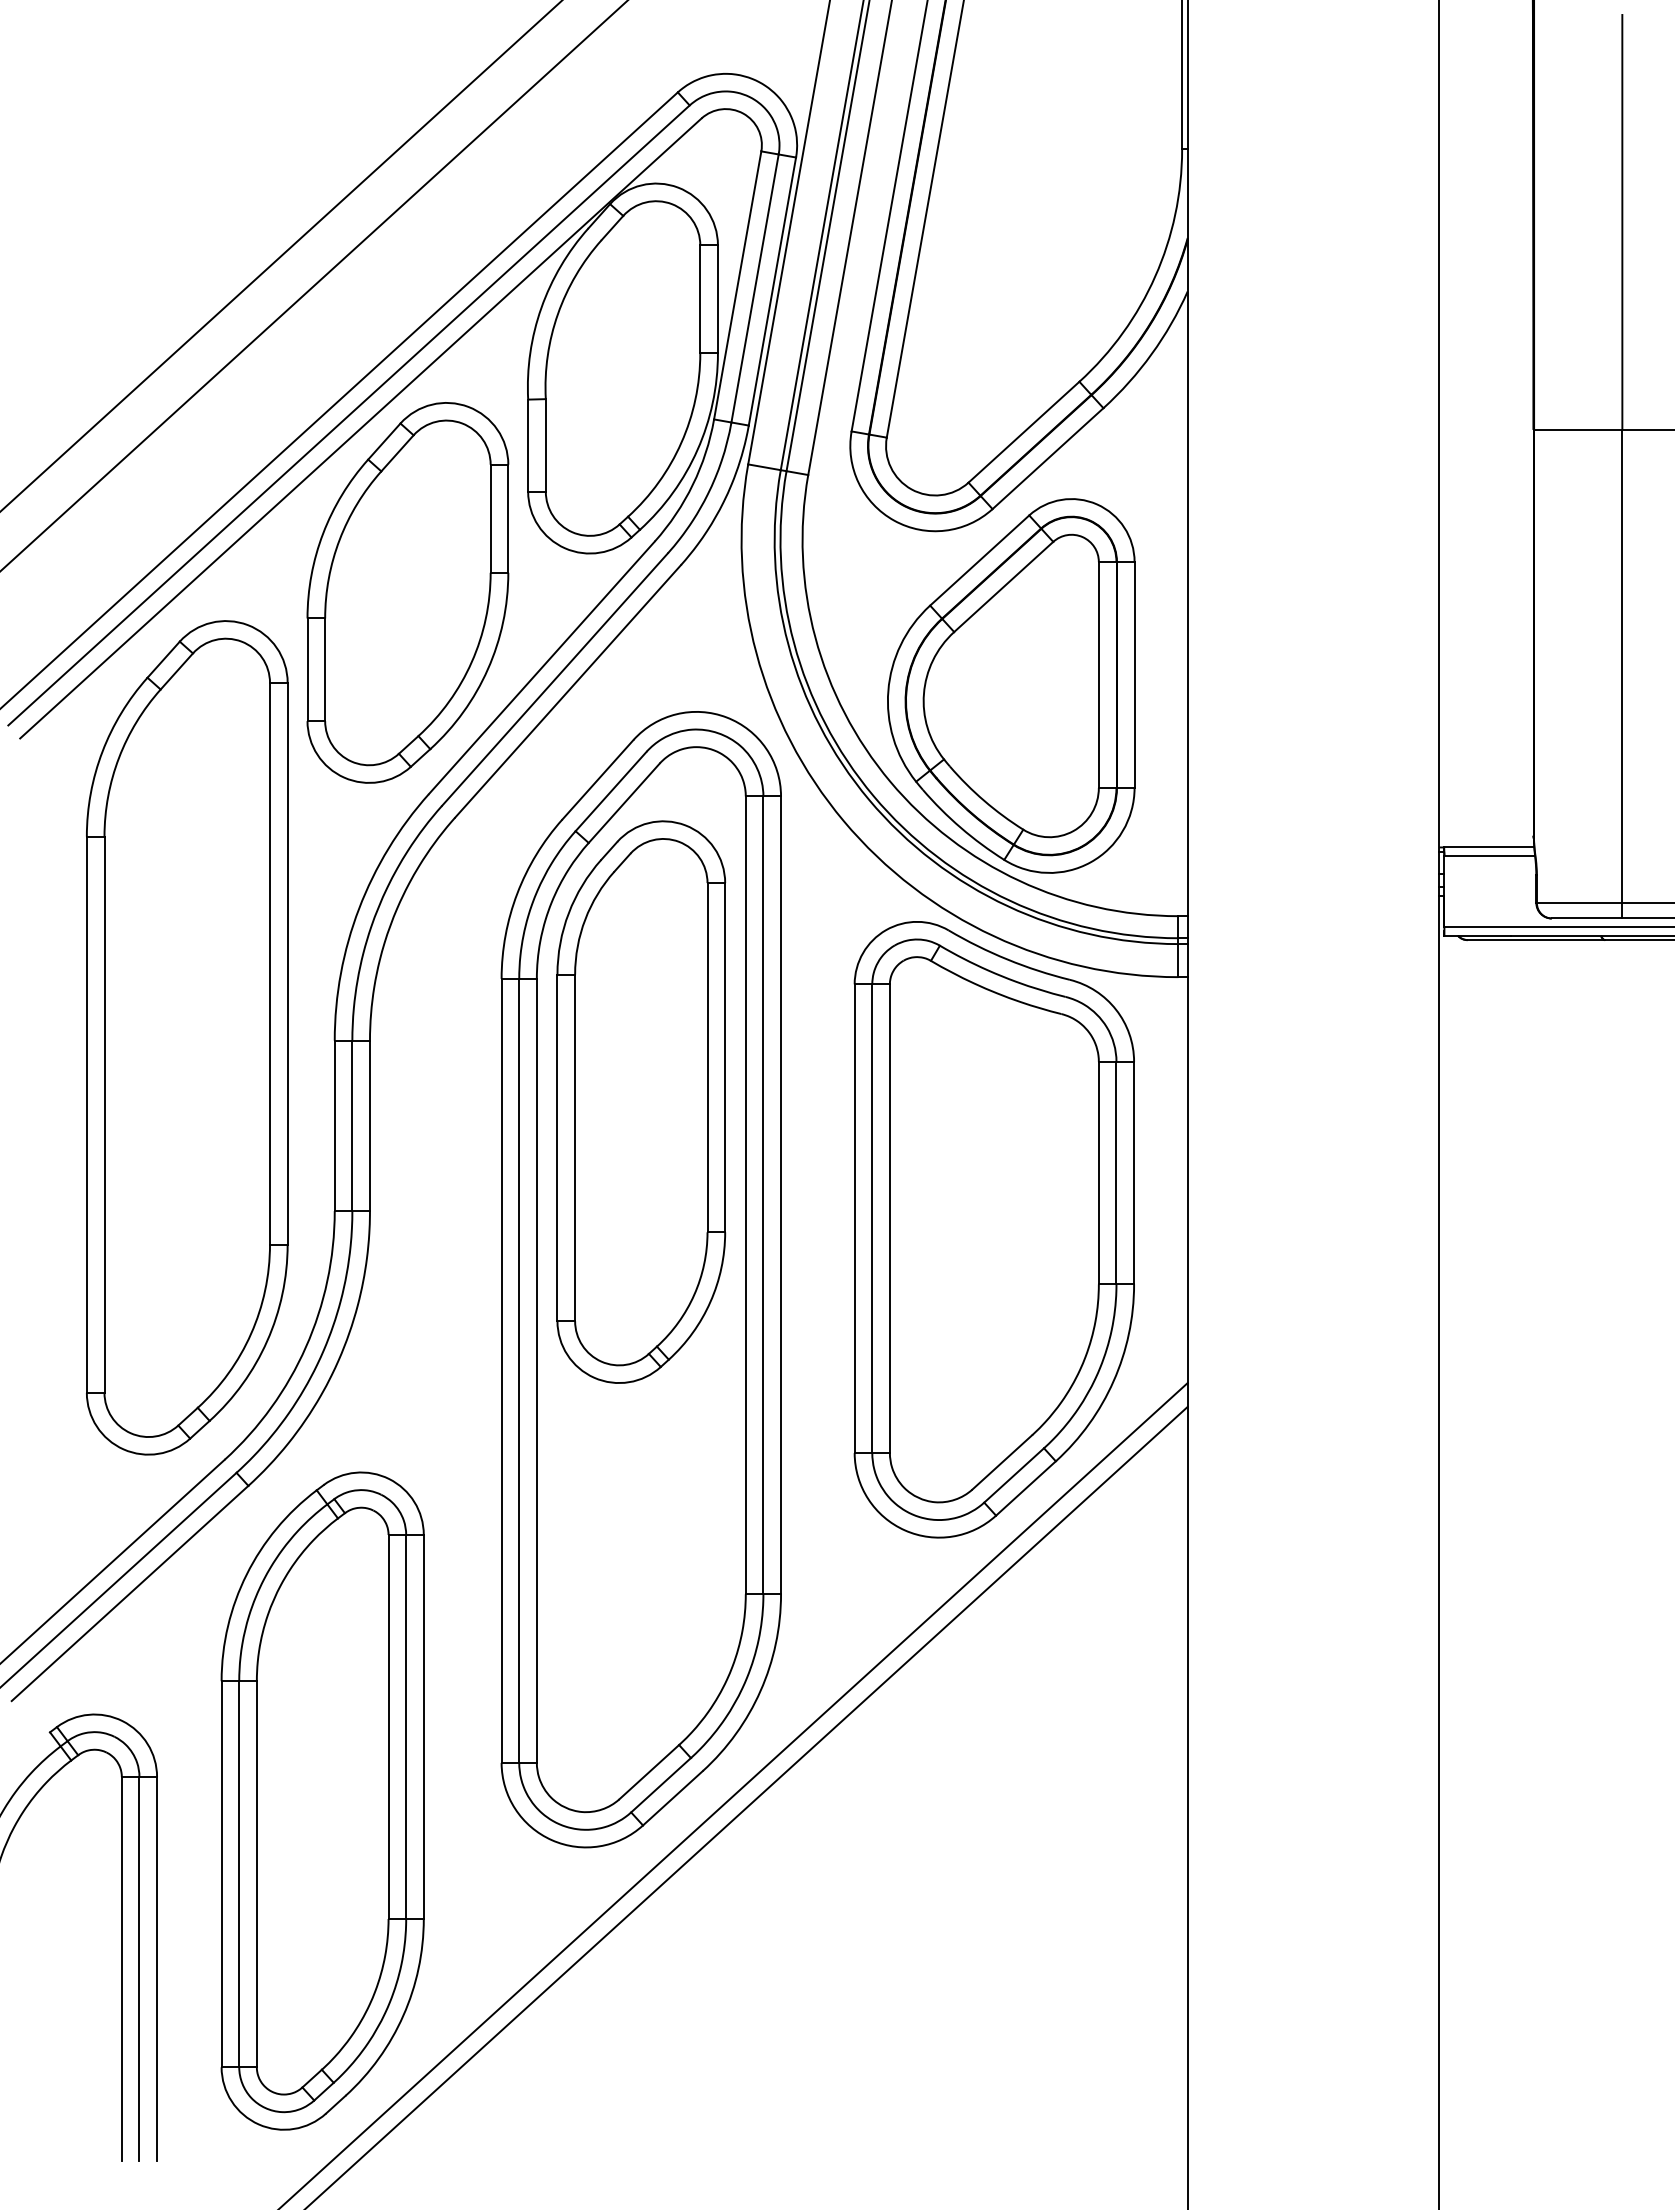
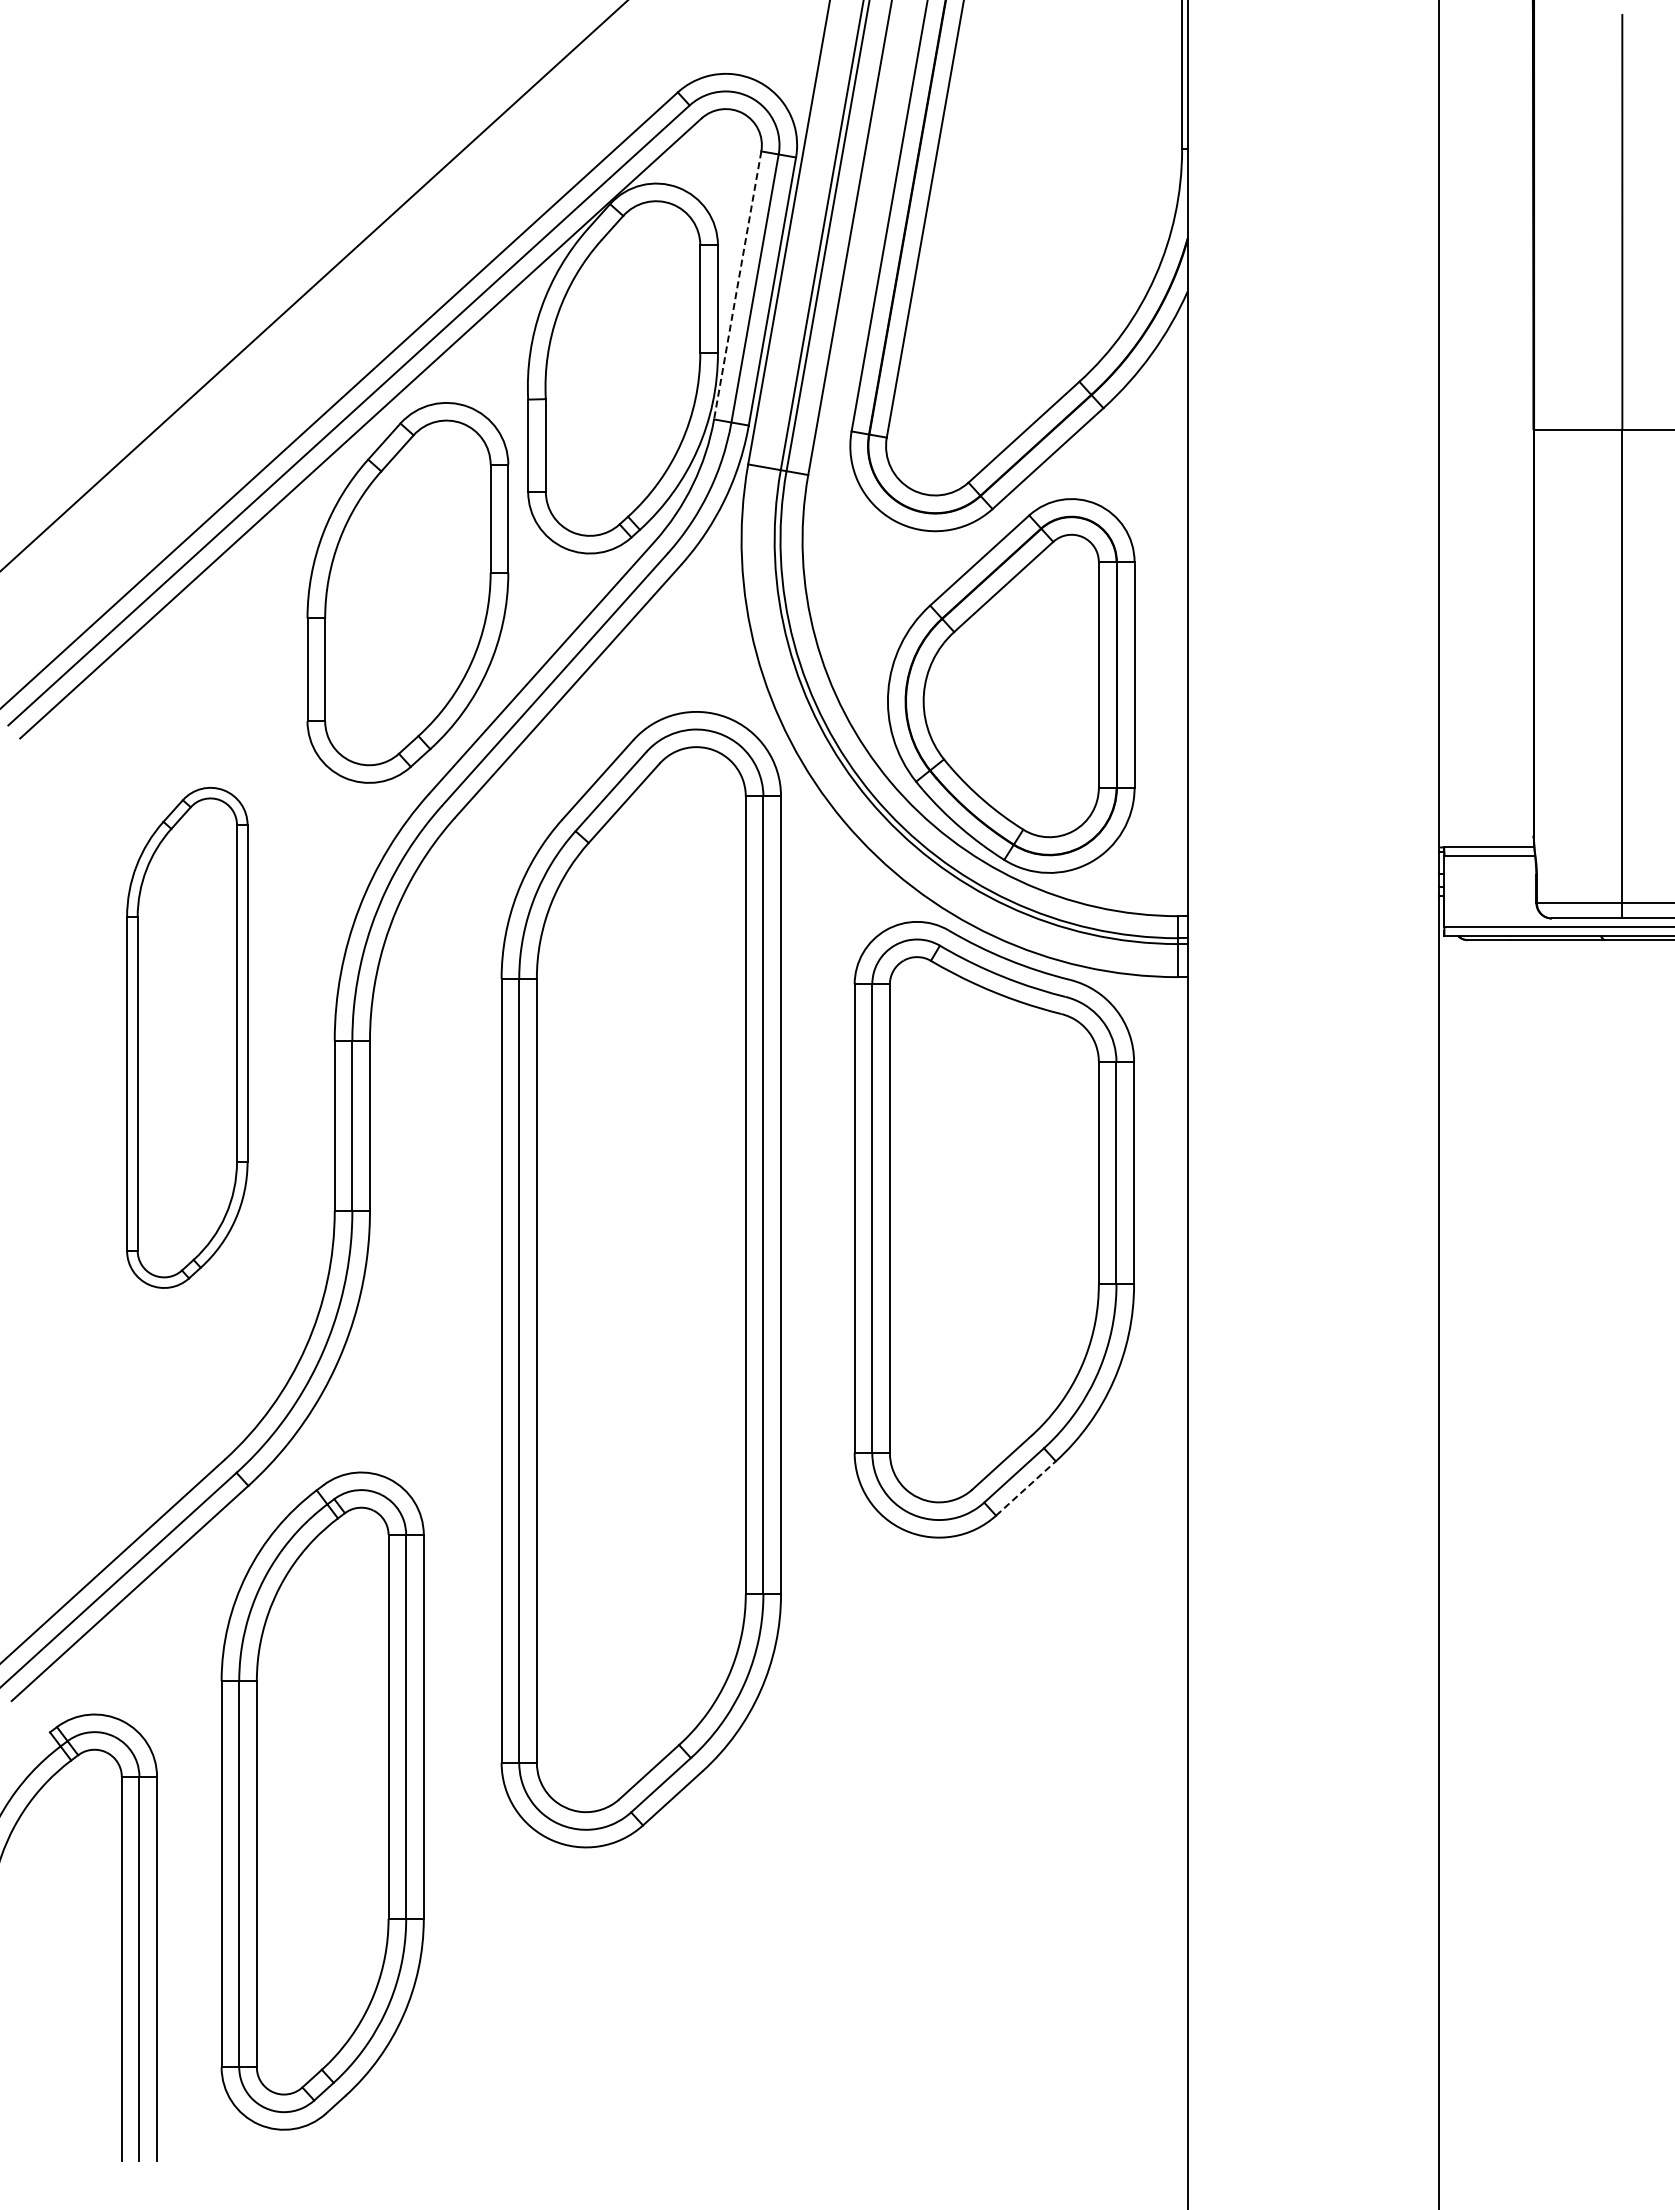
line at (281, 255): present -> none
line at (737, 285): solid -> dashed
part at (187, 1037) size: 203x836 px -> 123x503 px
part at (641, 1101): present -> none
line at (1026, 1488): solid -> dashed
line at (734, 1794): present -> none
line at (747, 1806): present -> none
